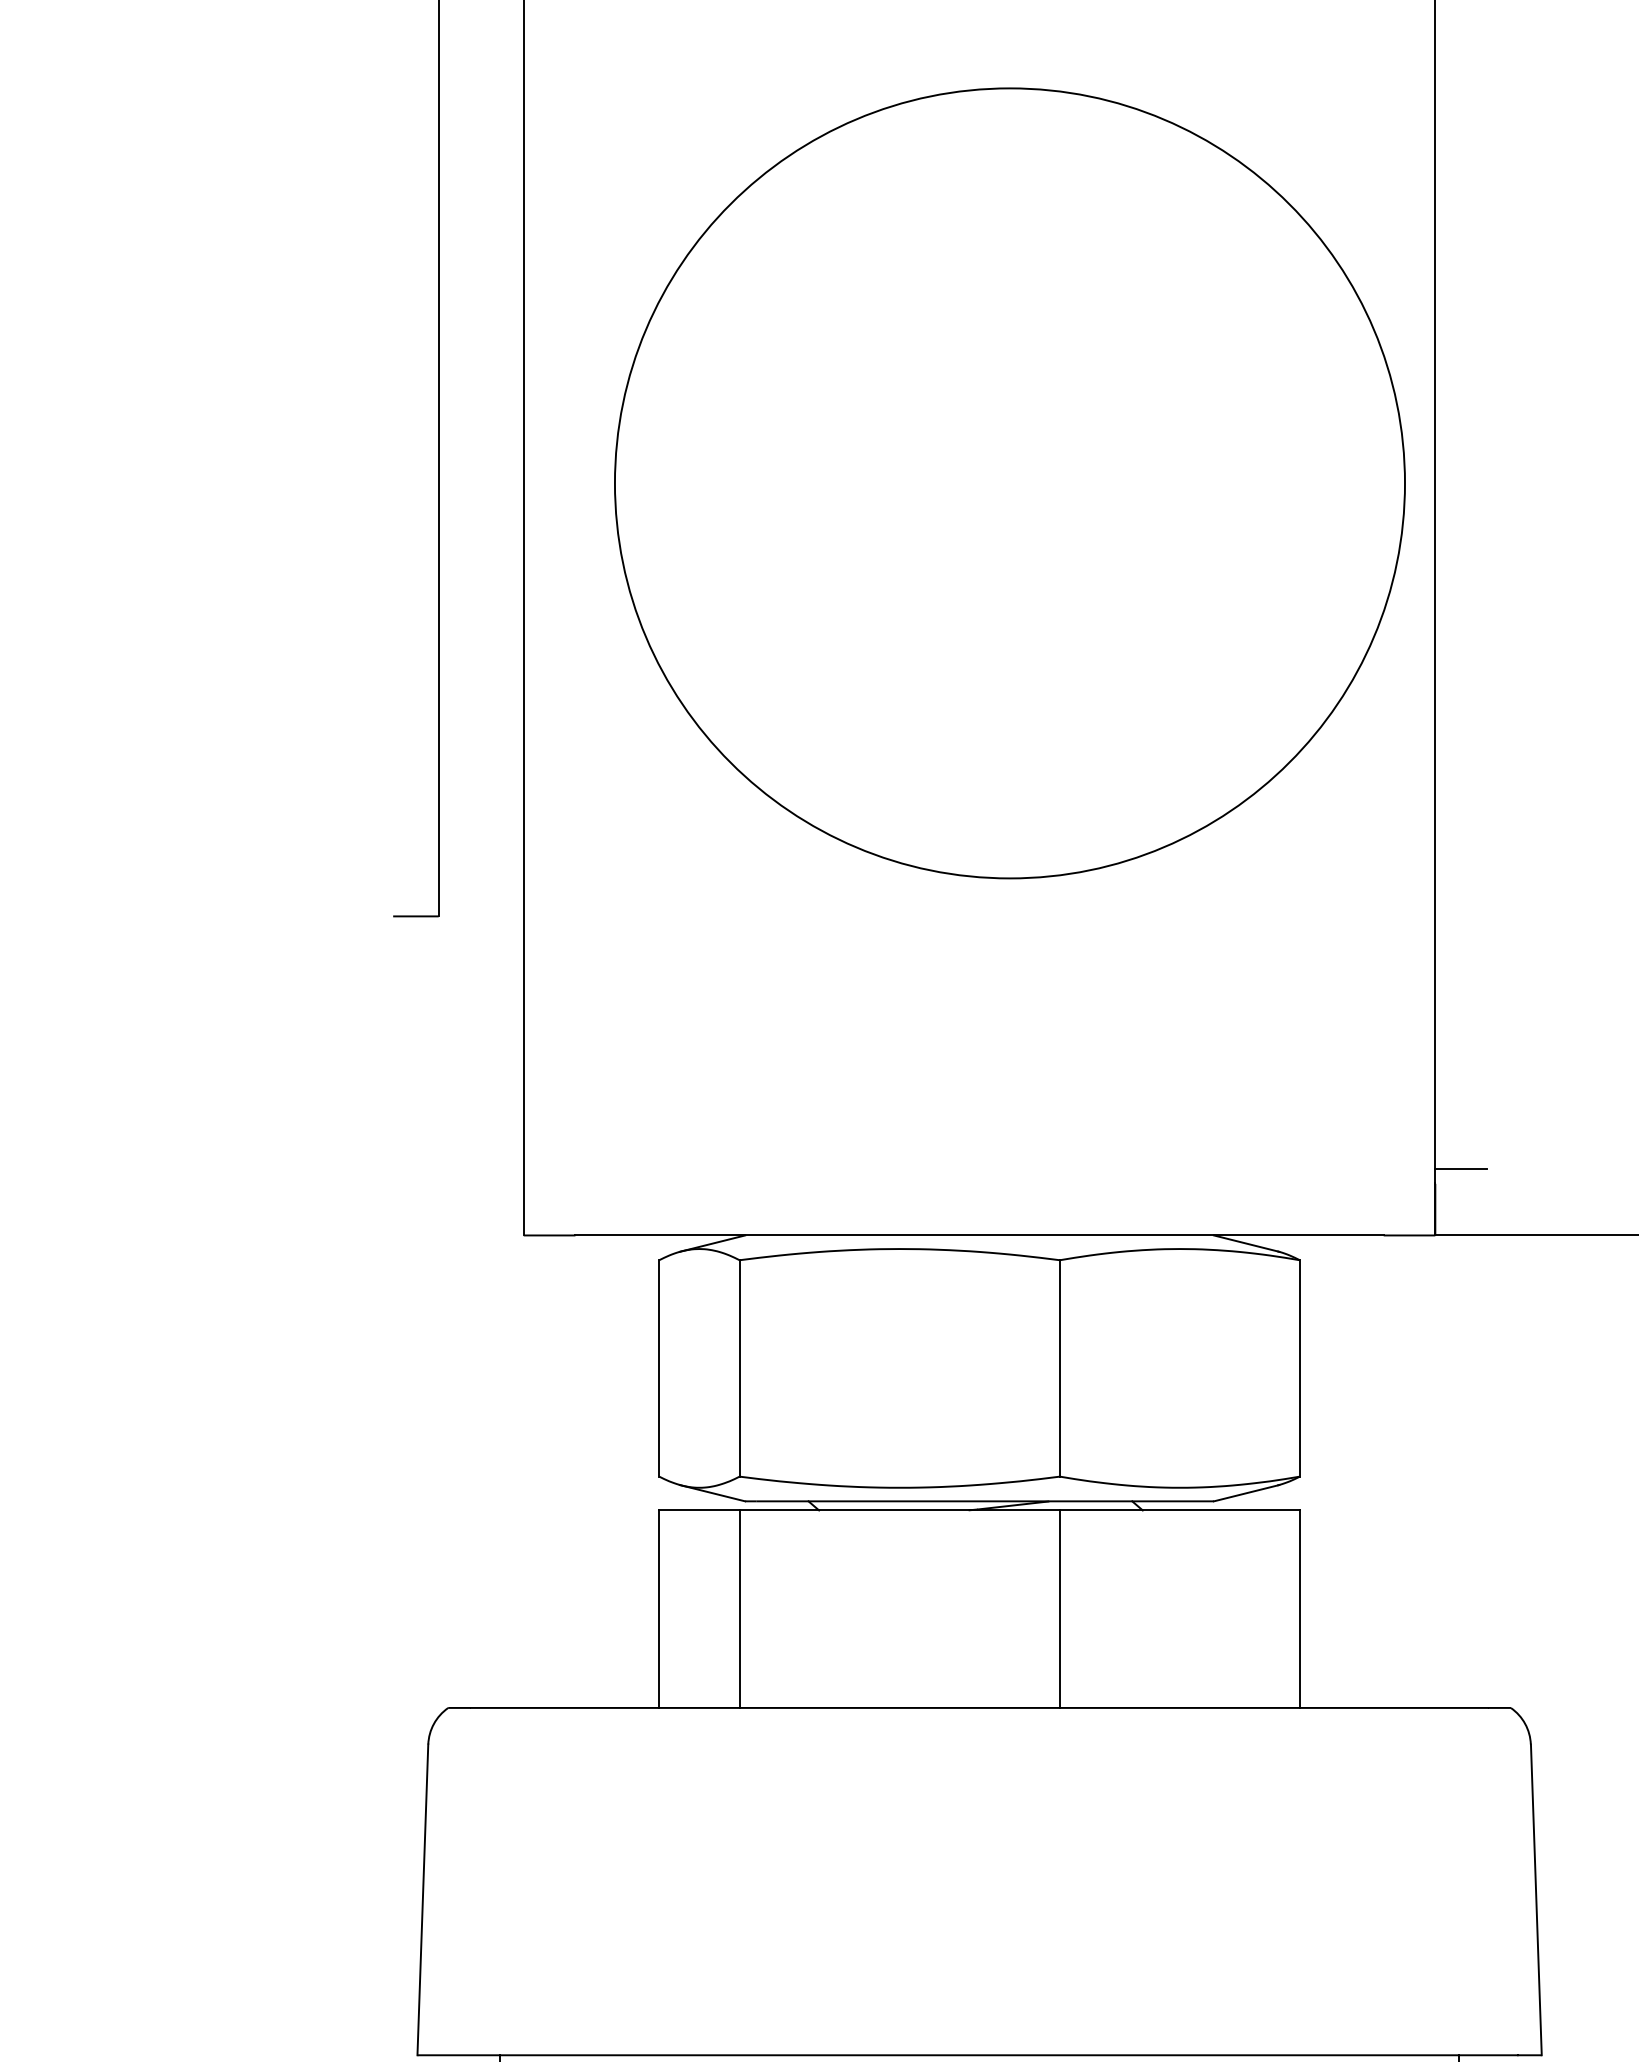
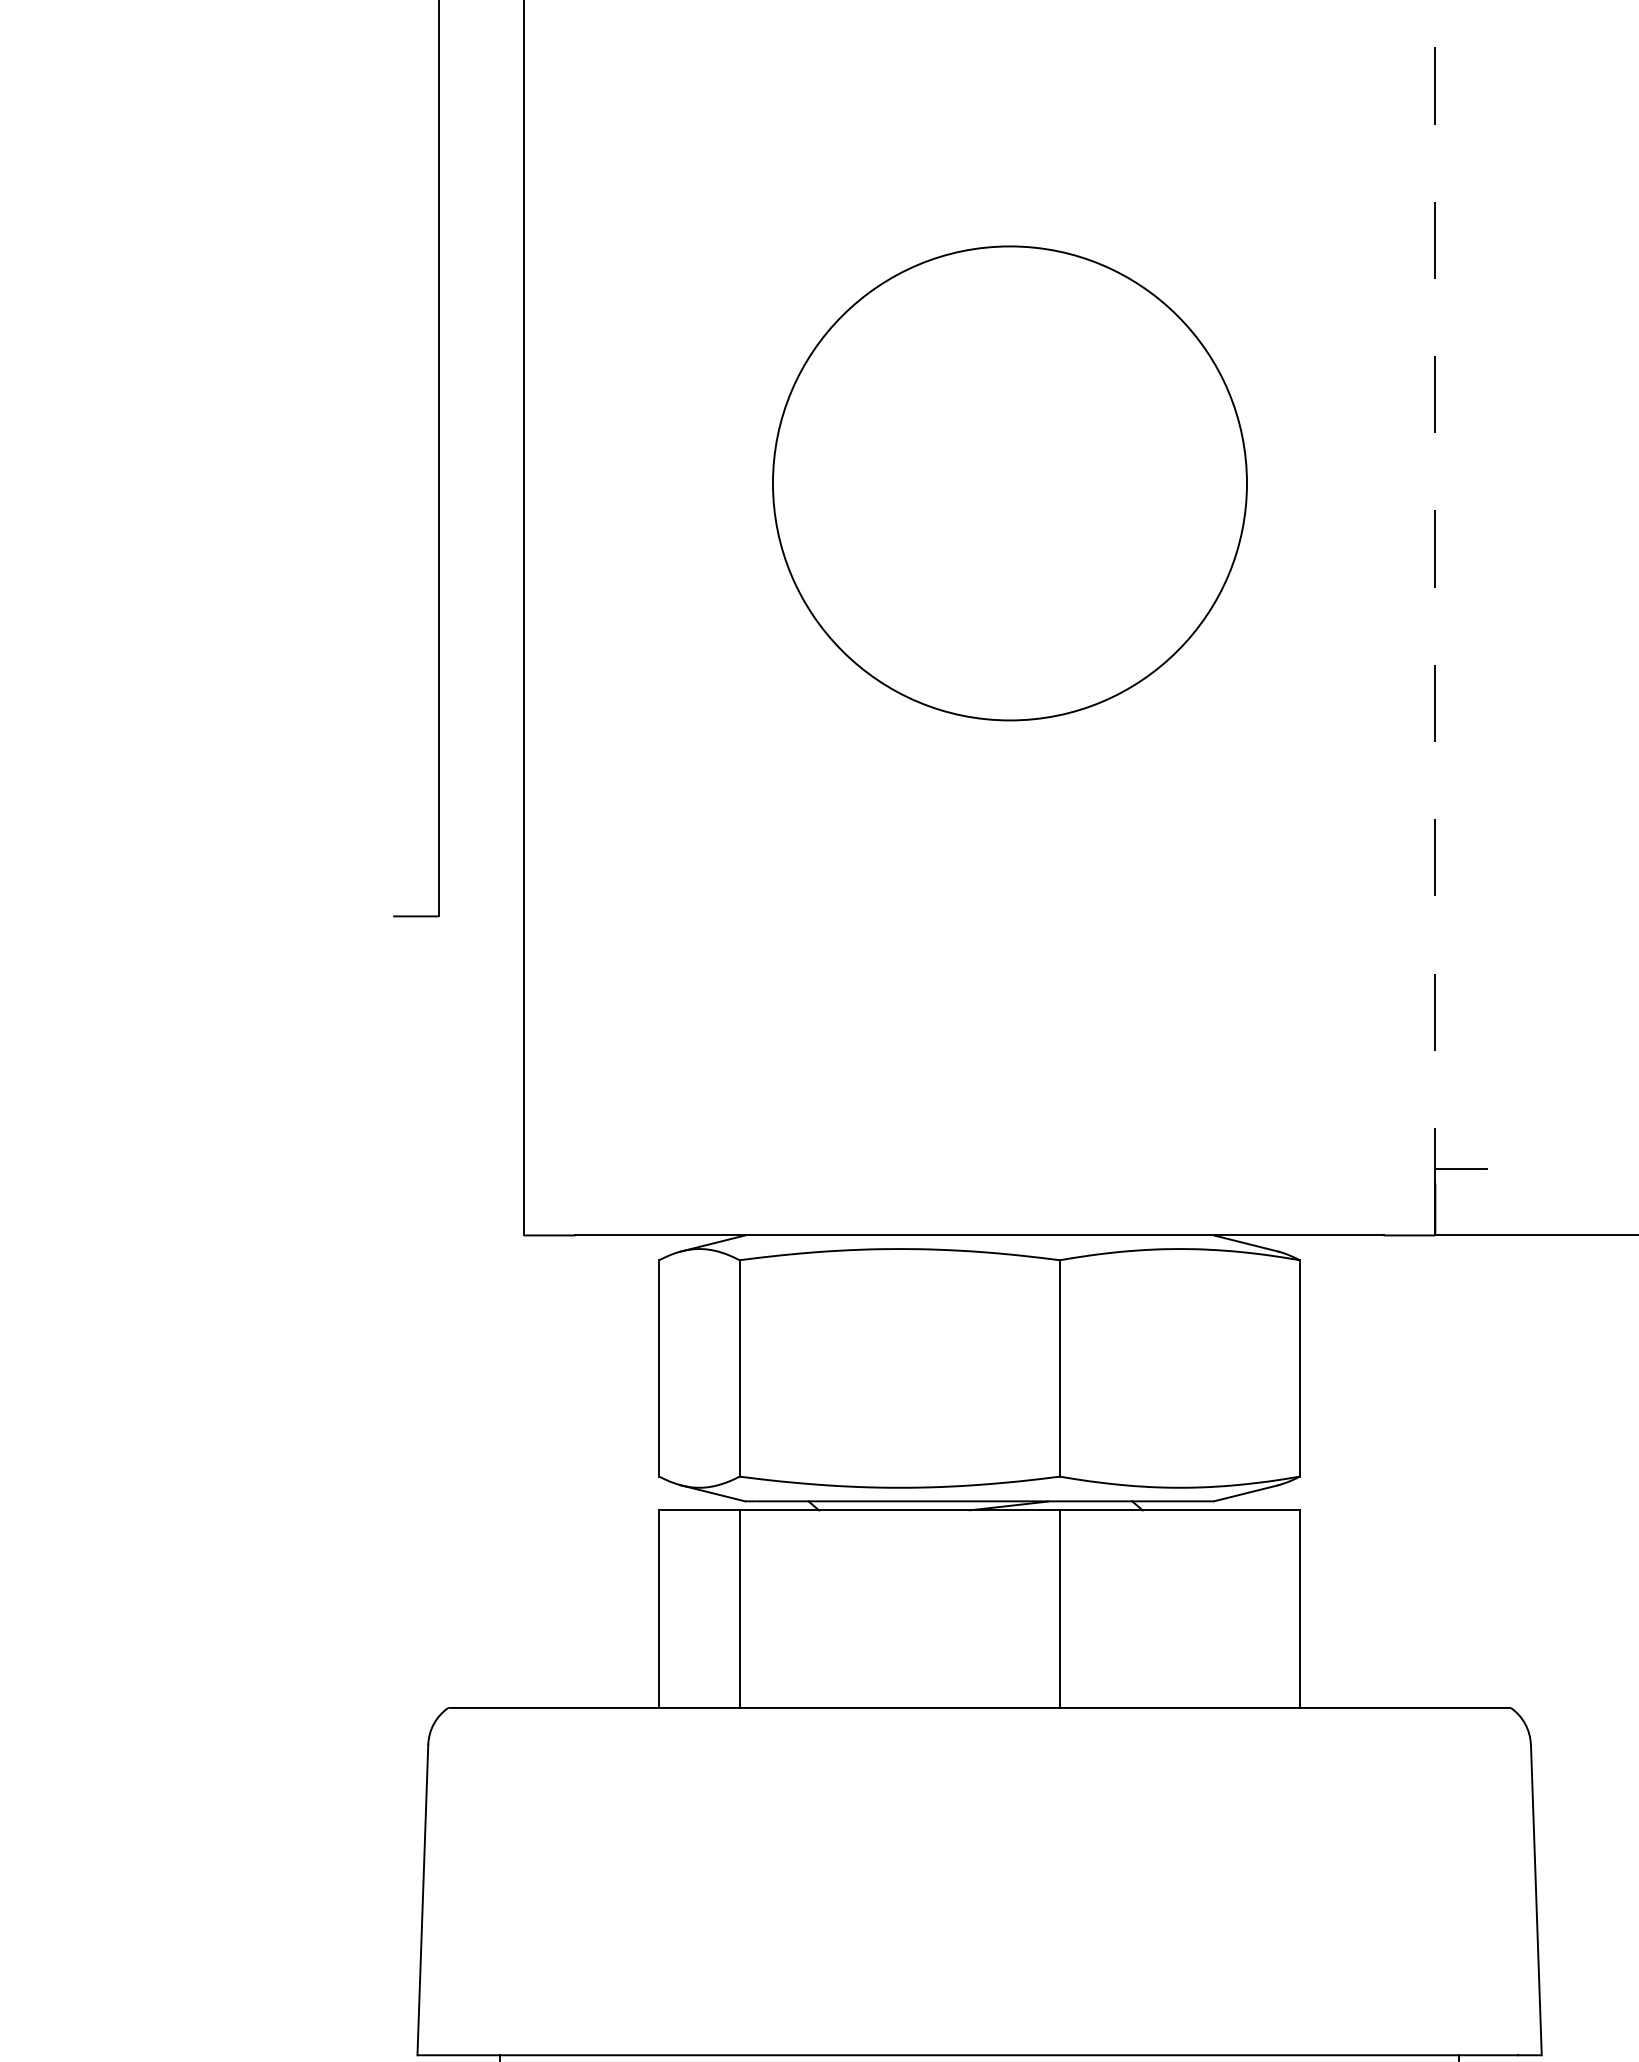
circle at (1009, 483) size: 792x793 px -> 476x477 px
line at (1435, 584): solid -> dashed
